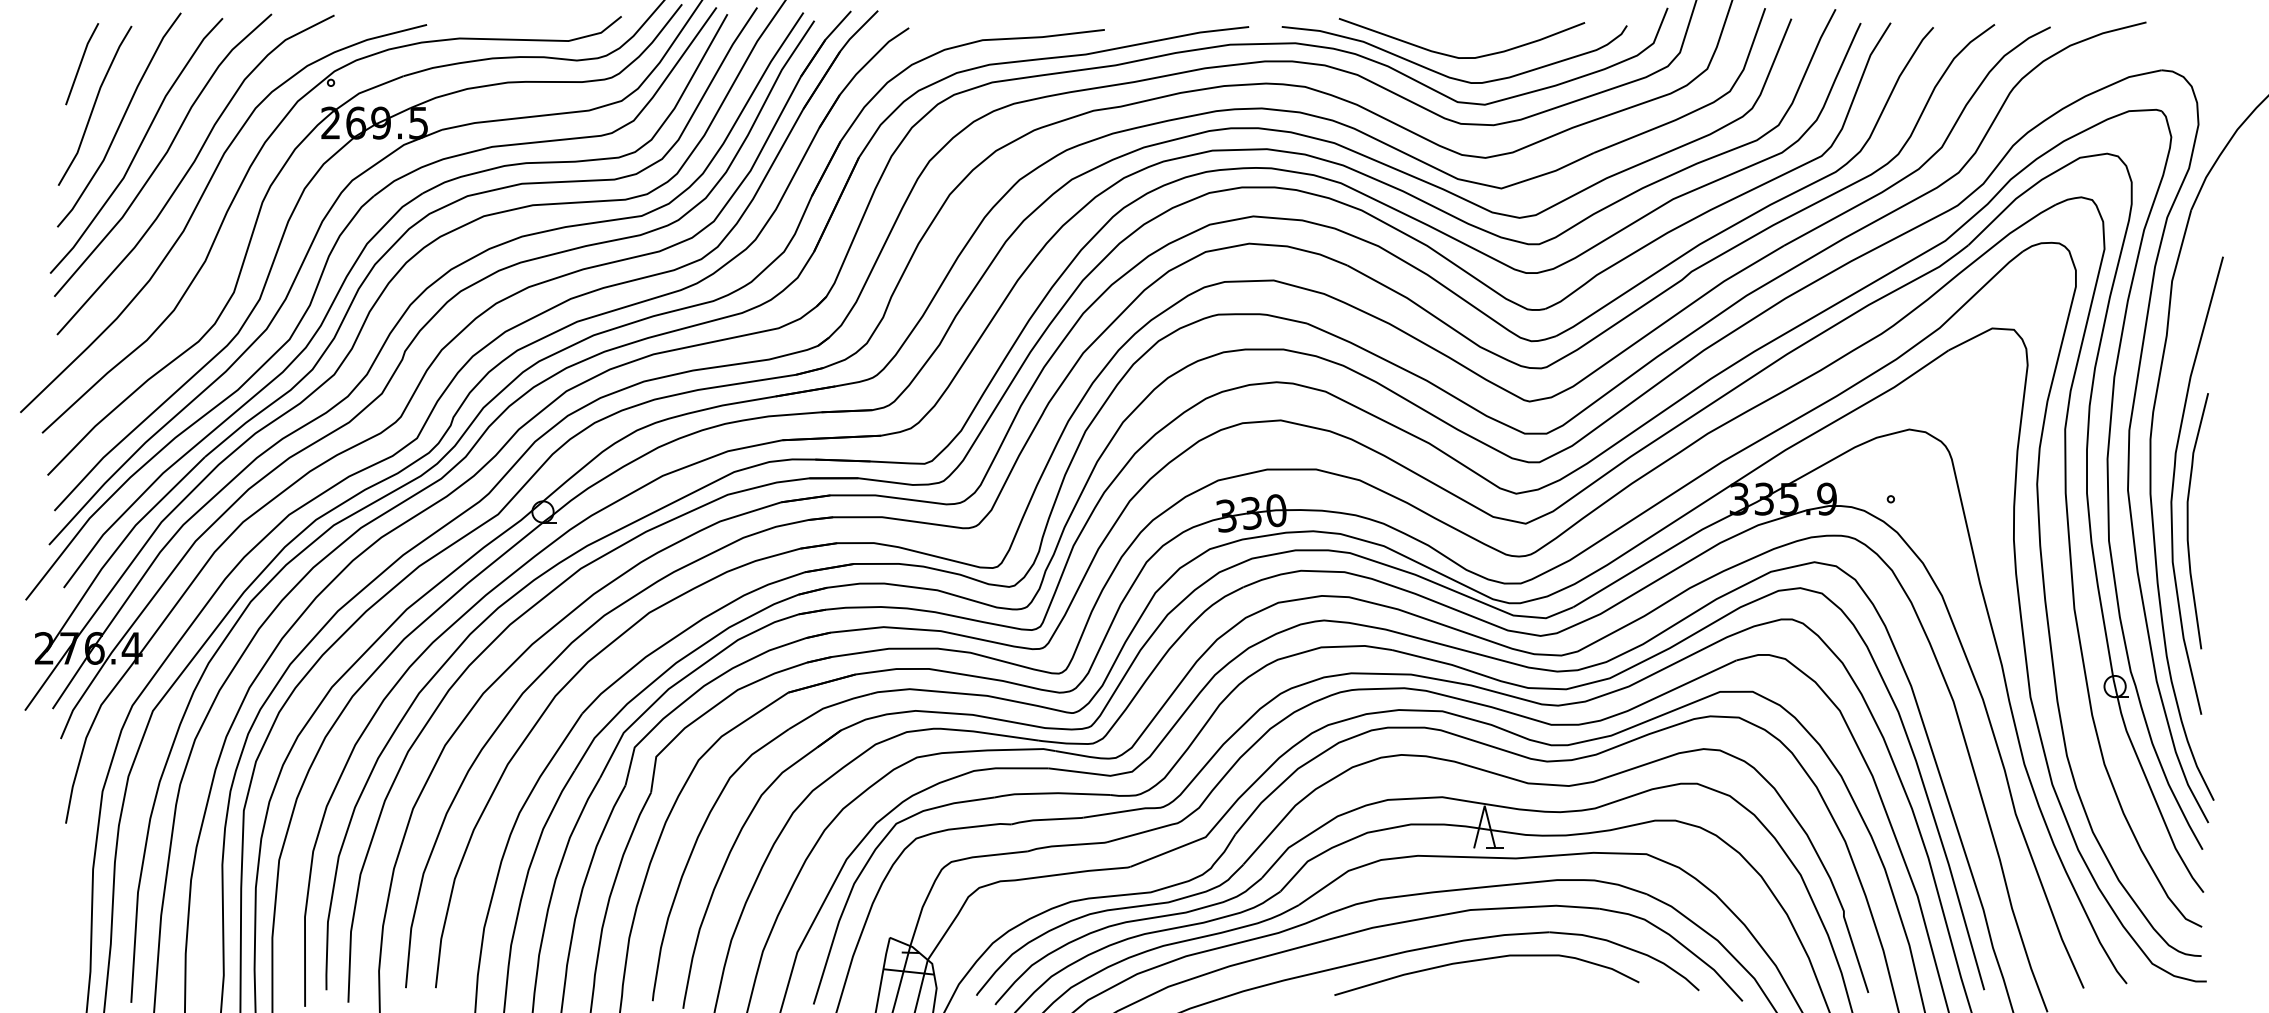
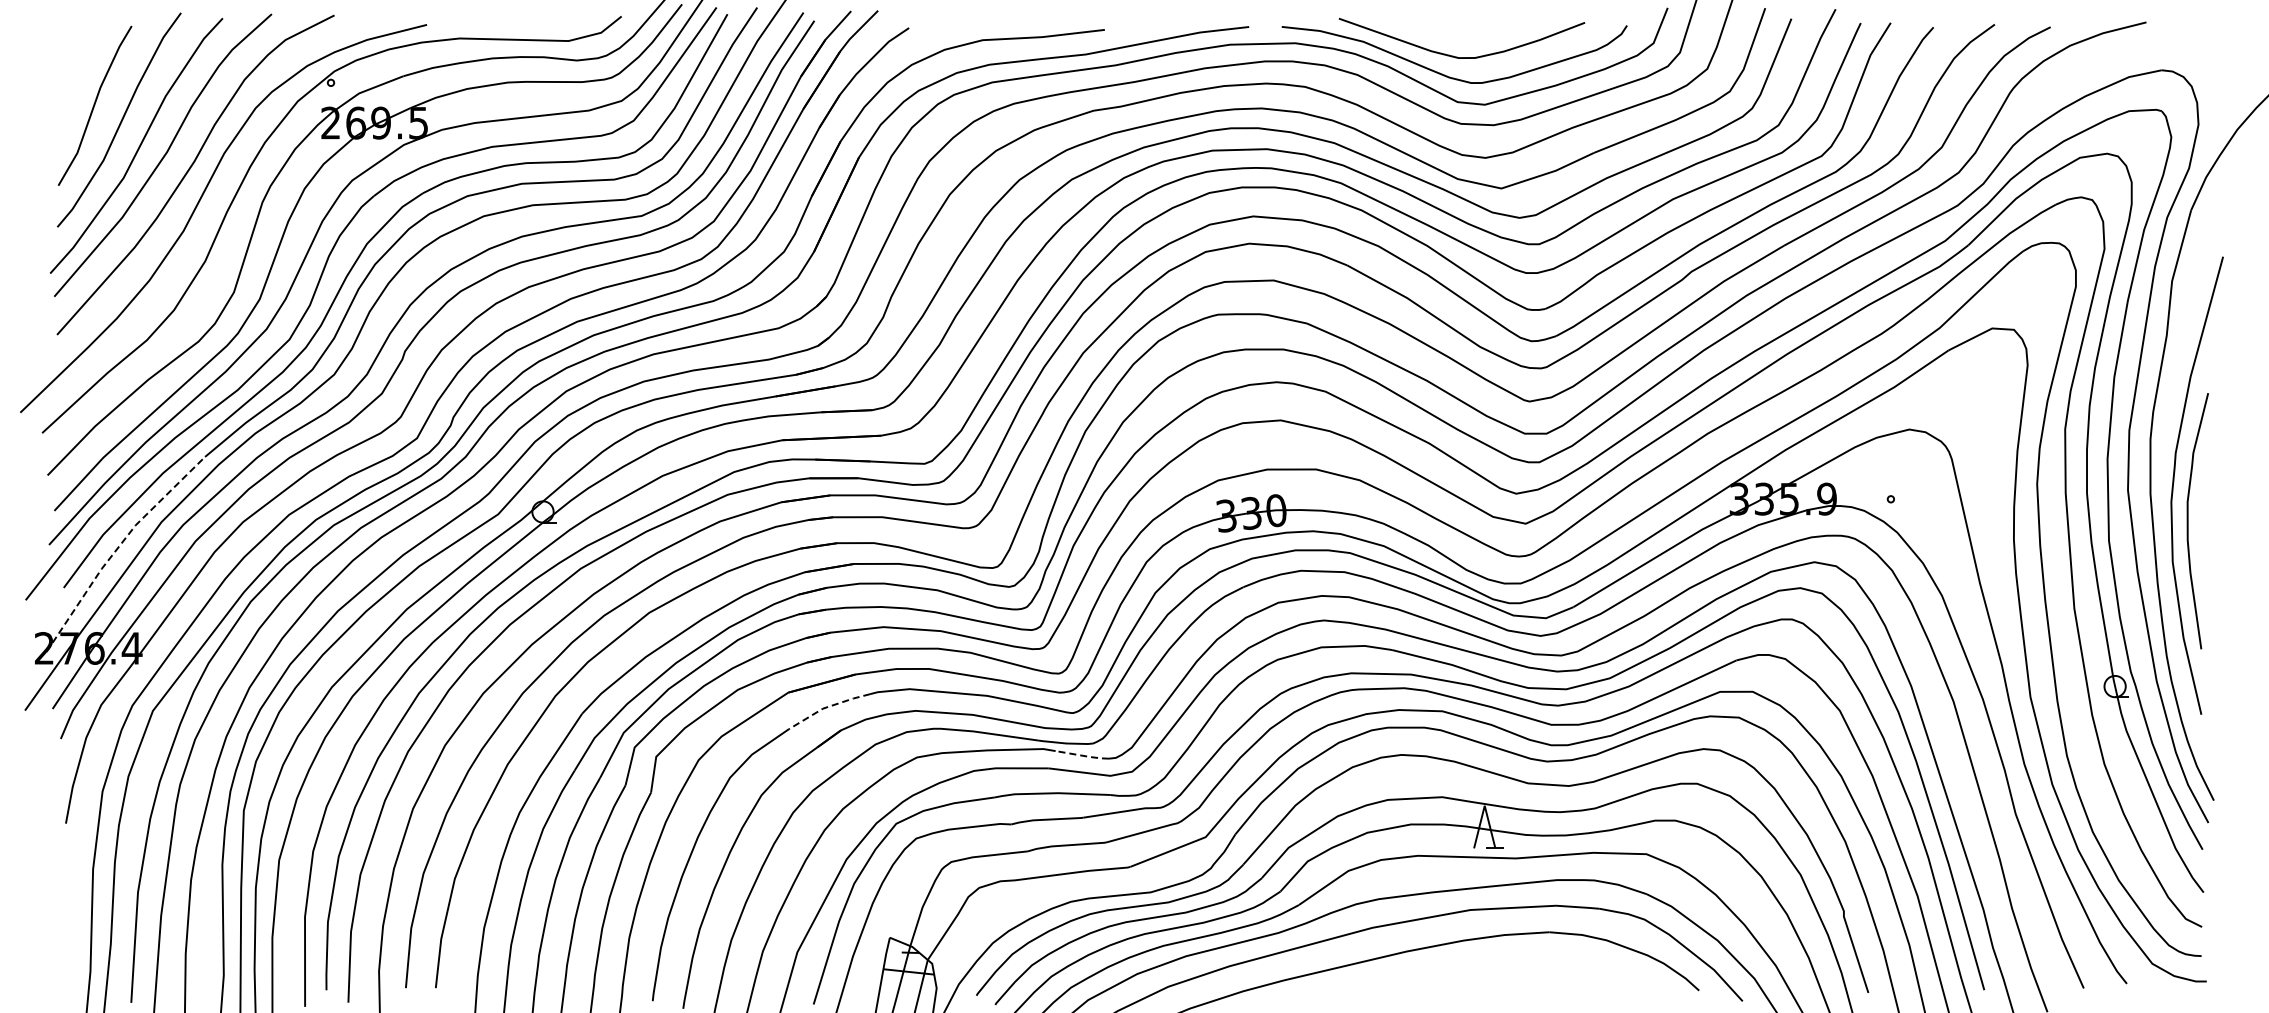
line at (81, 64): present -> none
line at (118, 547): solid -> dashed
line at (827, 707): solid -> dashed
line at (1083, 755): solid -> dashed
curve at (1484, 960): present -> none
